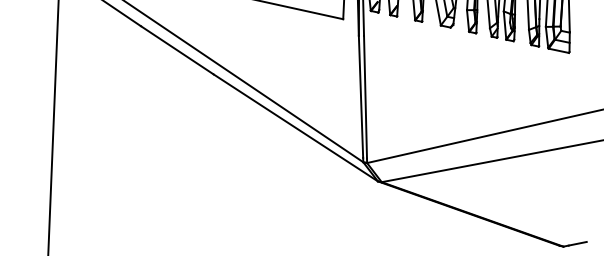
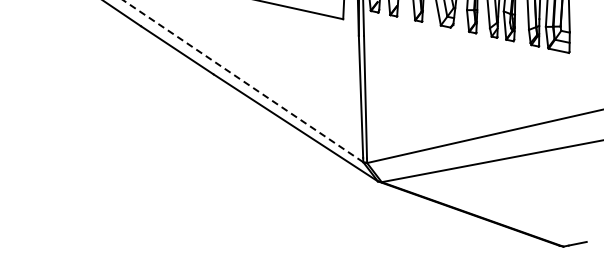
line at (243, 81): solid -> dashed
line at (53, 127): present -> none
